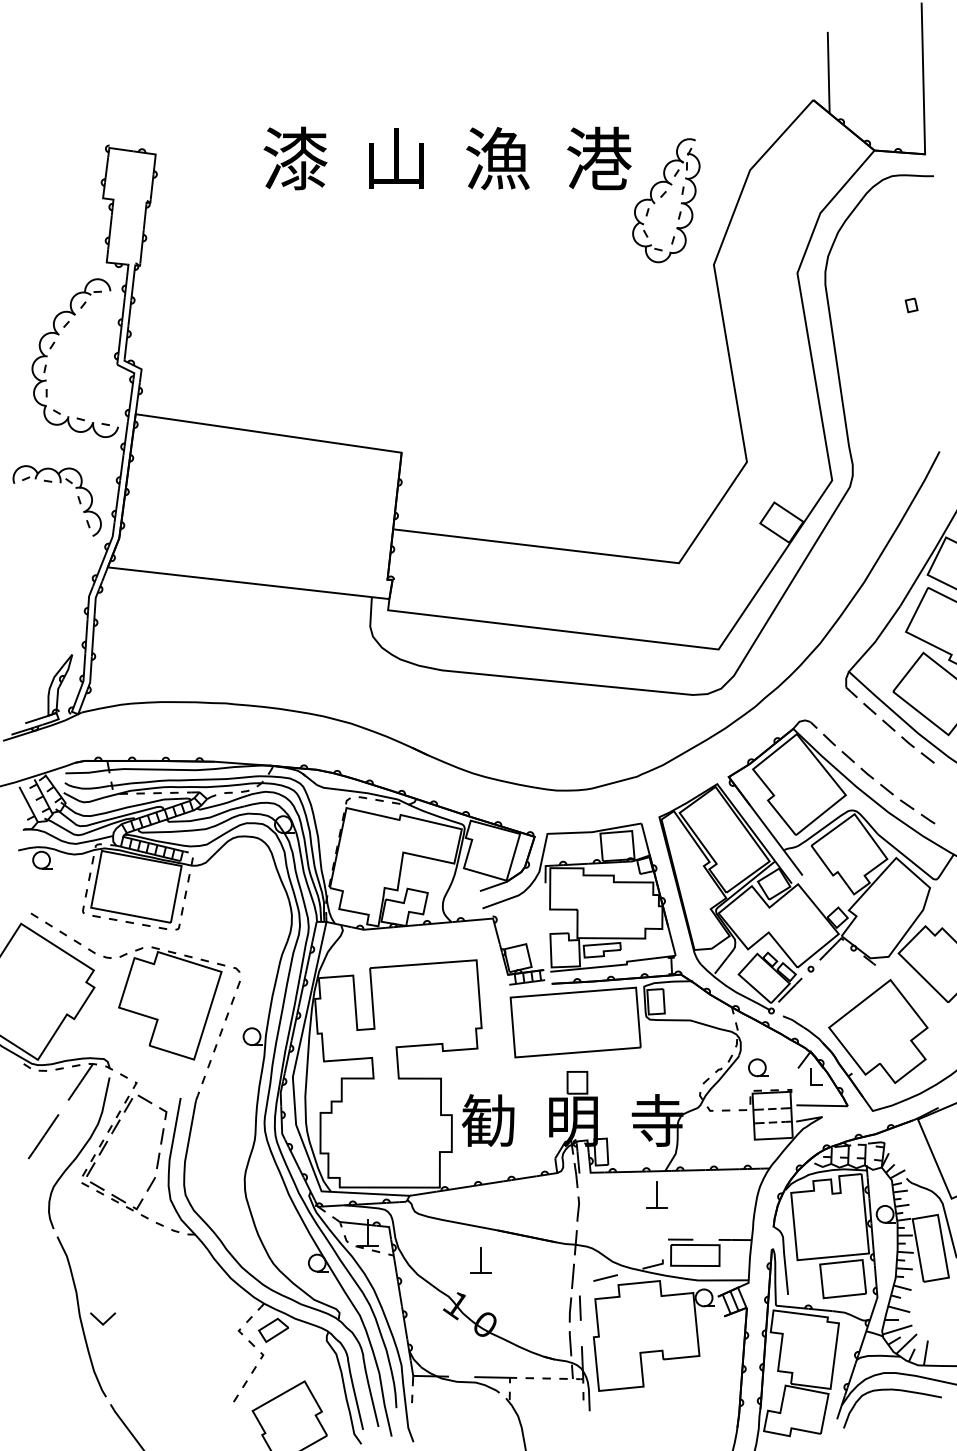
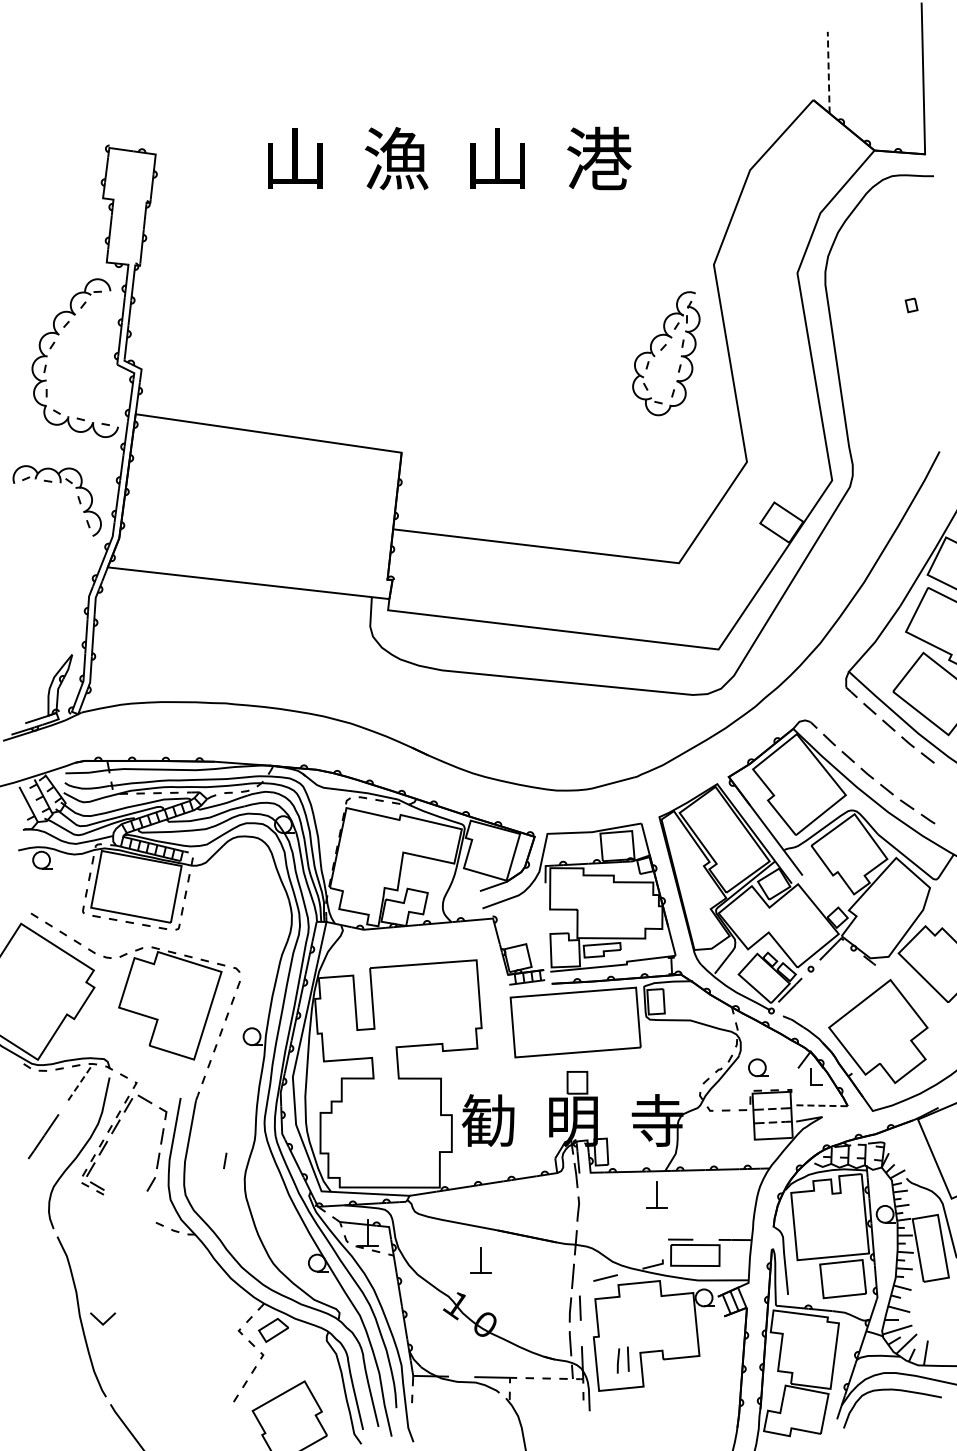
line at (828, 72): solid -> dashed
text at (295, 158): 漆 -> 山
text at (396, 158): 山 -> 漁
text at (497, 158): 漁 -> 山
part at (666, 200) position: (666, 200) -> (666, 353)
line at (80, 1081): solid -> dashed
line at (822, 1105): solid -> dashed
line at (225, 1160): none -> present
part at (129, 1206): present -> none
part at (622, 1359): none -> present
